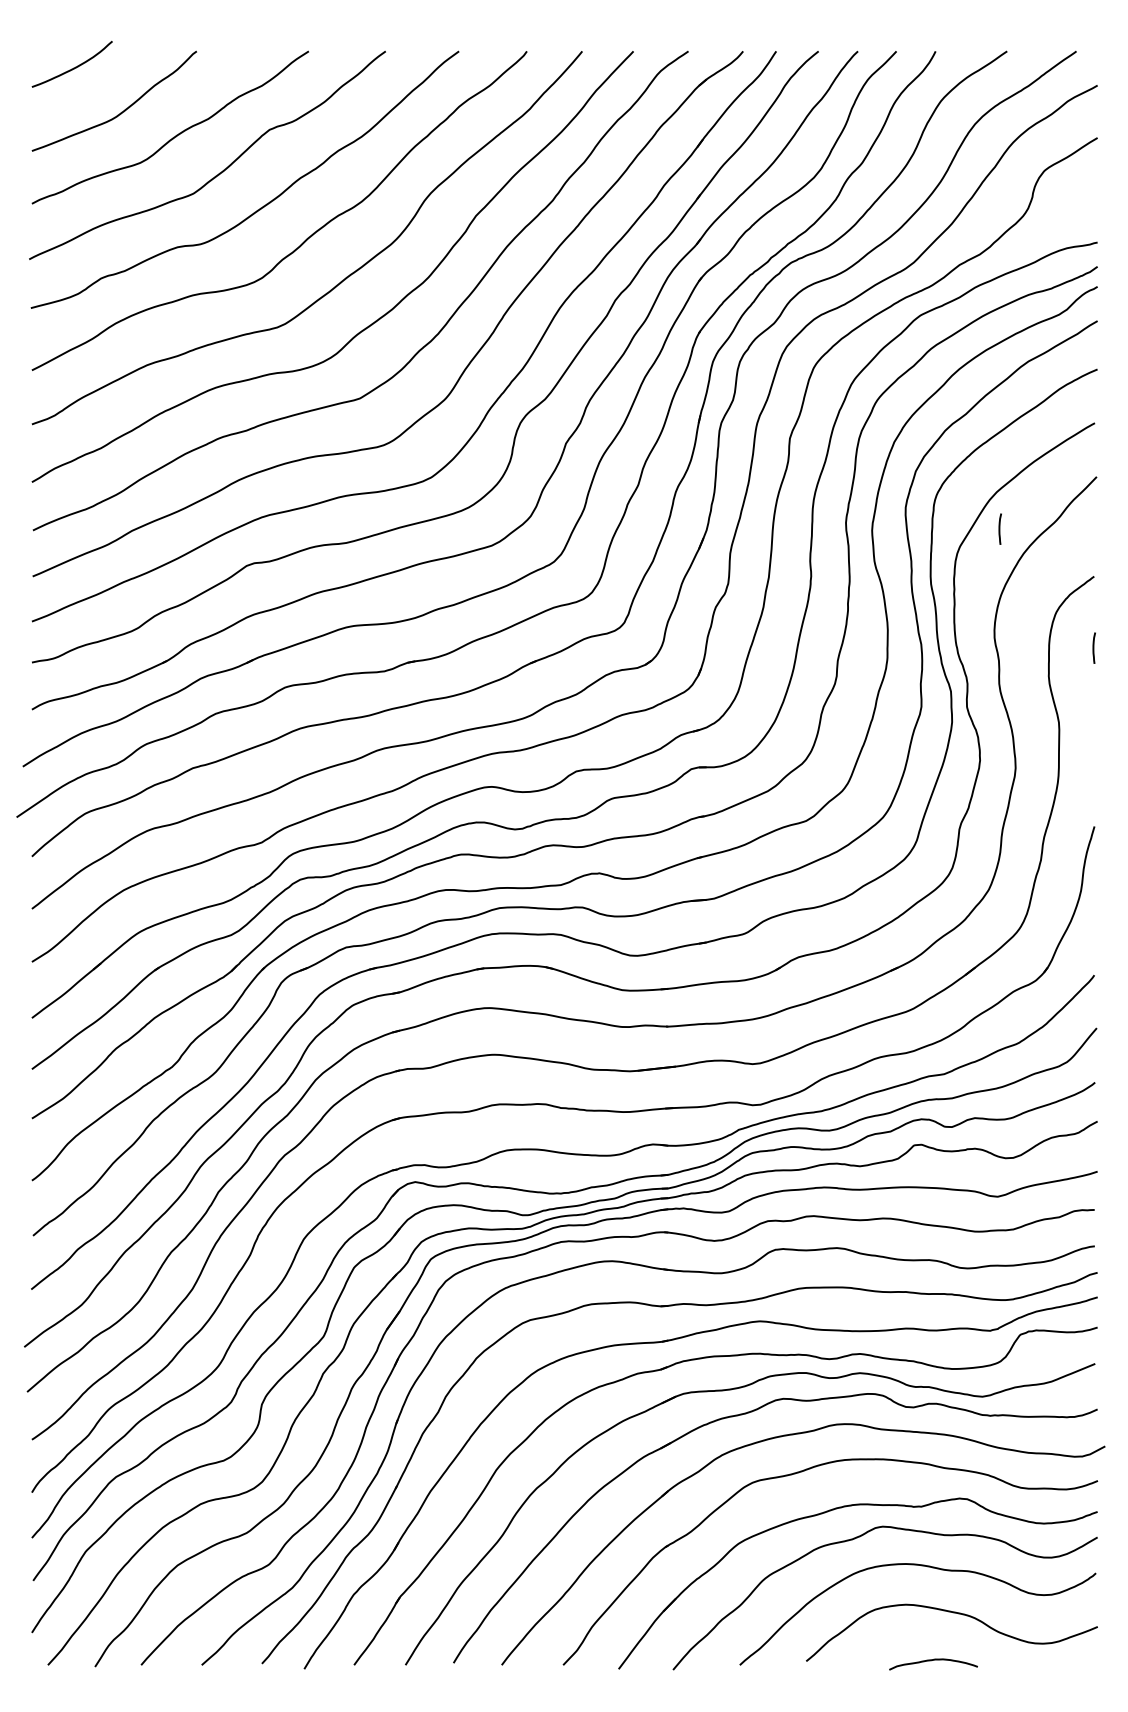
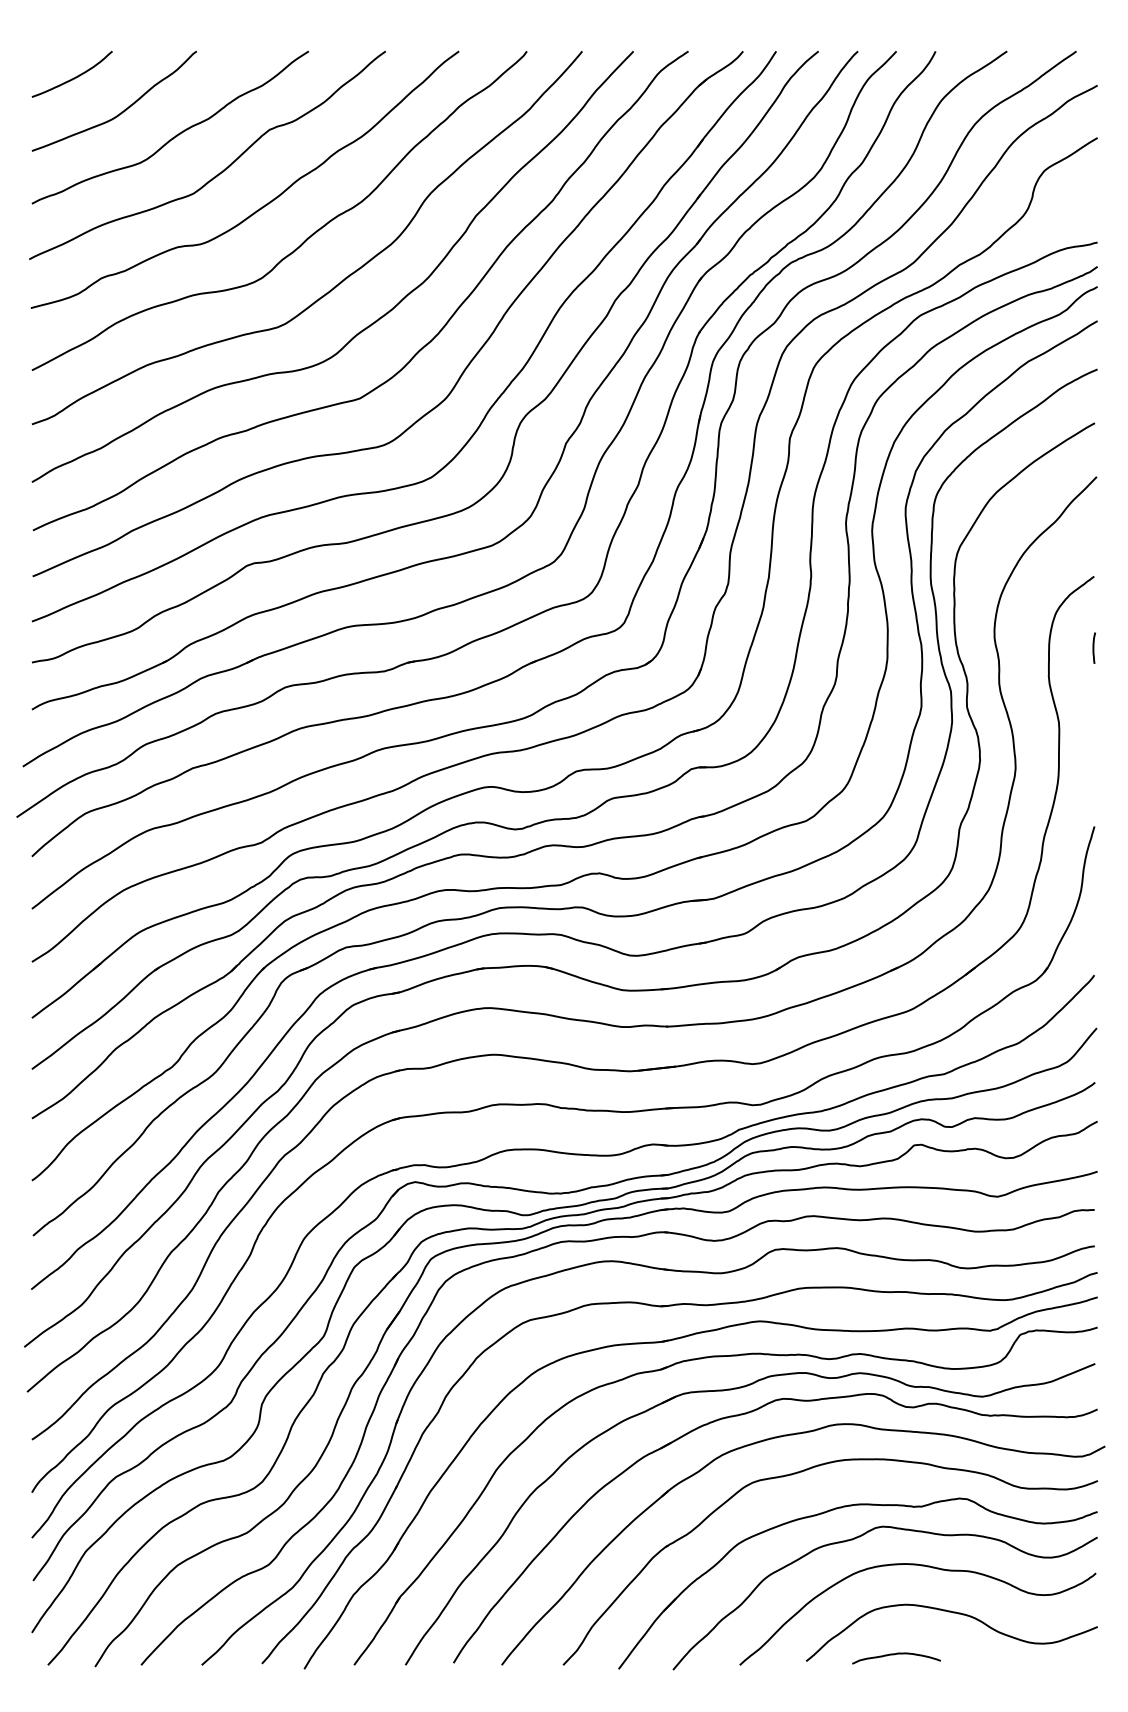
curve at (73, 67) position: (73, 67) -> (73, 77)
line at (999, 528): present -> none
curve at (931, 1661) position: (931, 1661) -> (894, 1655)
